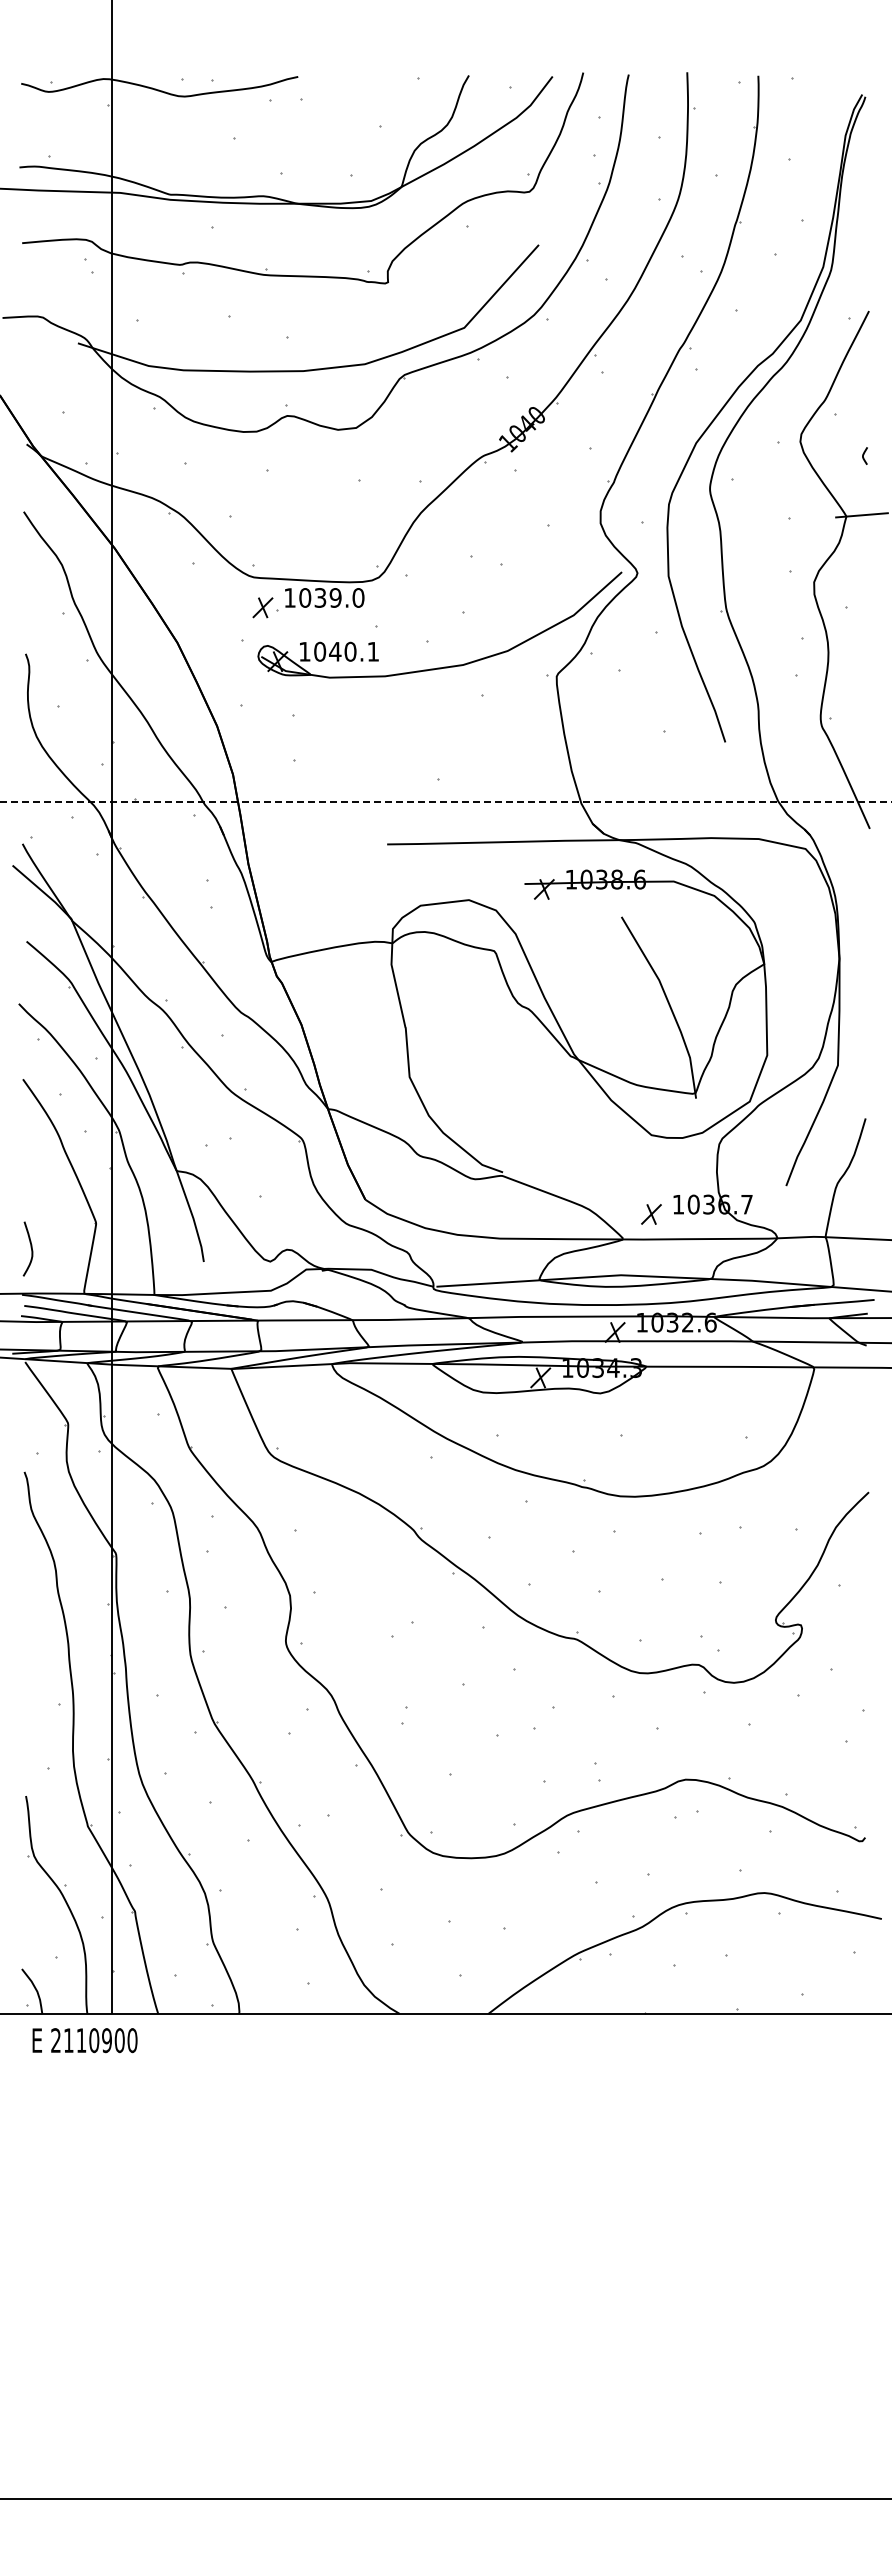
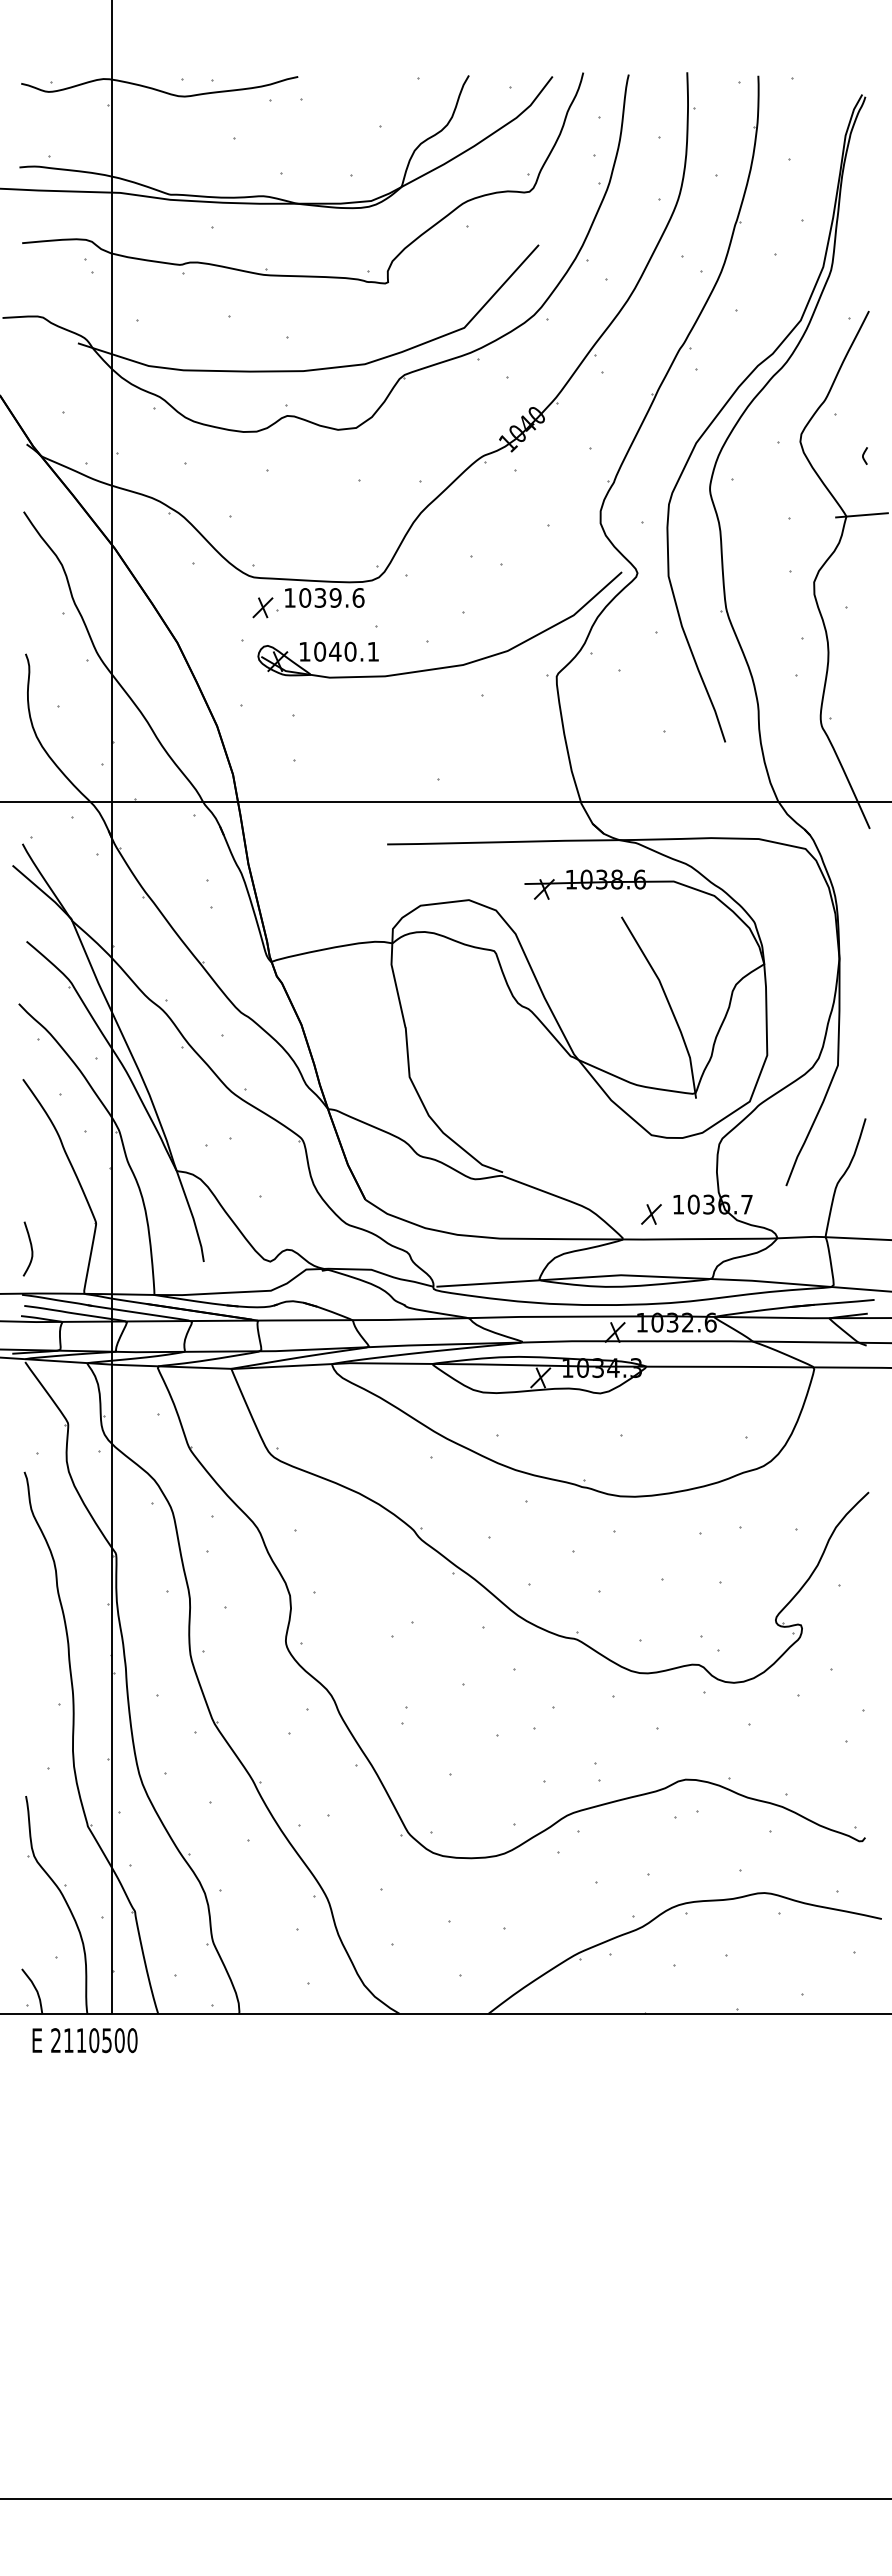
text at (358, 597): 1039.0 -> 1039.6
line at (446, 801): dashed -> solid
text at (106, 2040): 2110900 -> 2110500
